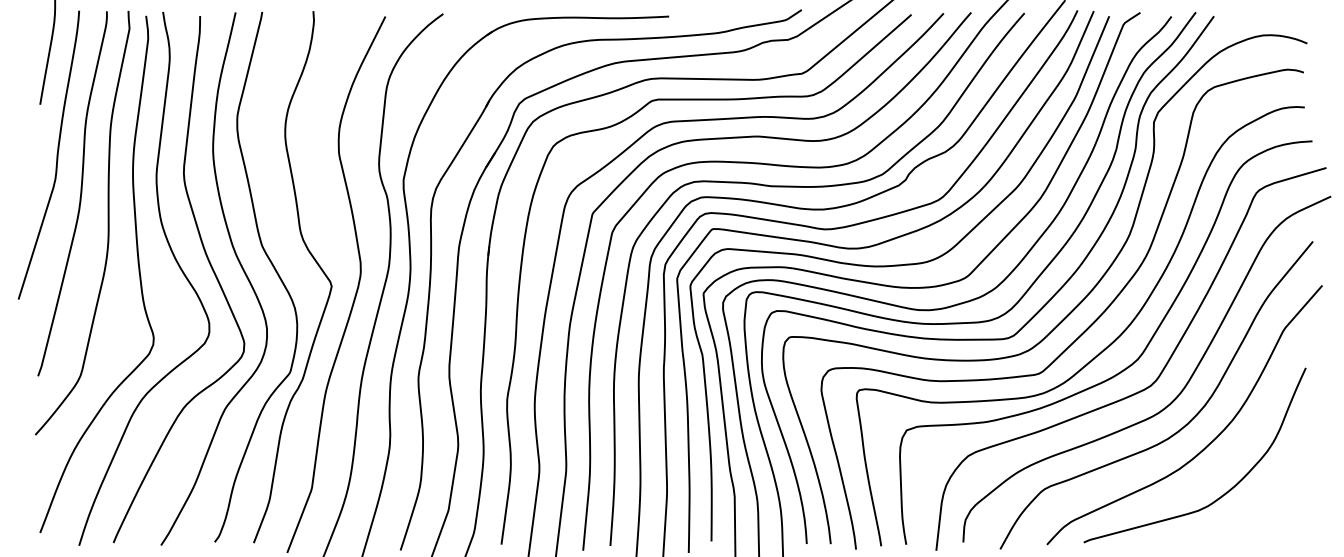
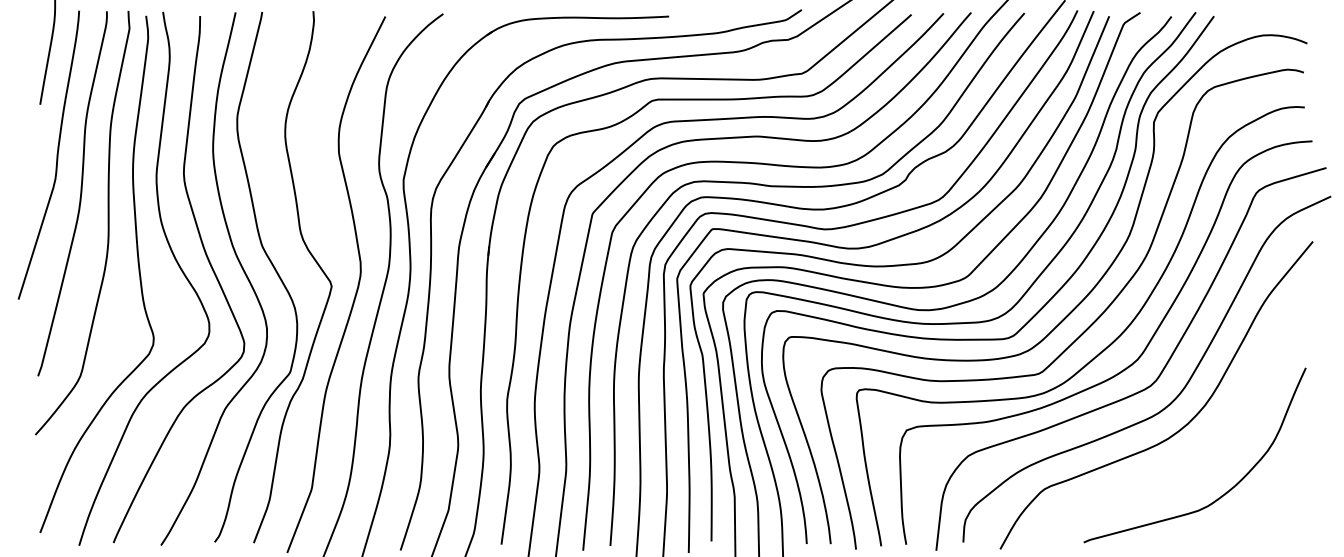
curve at (1209, 442): present -> none
